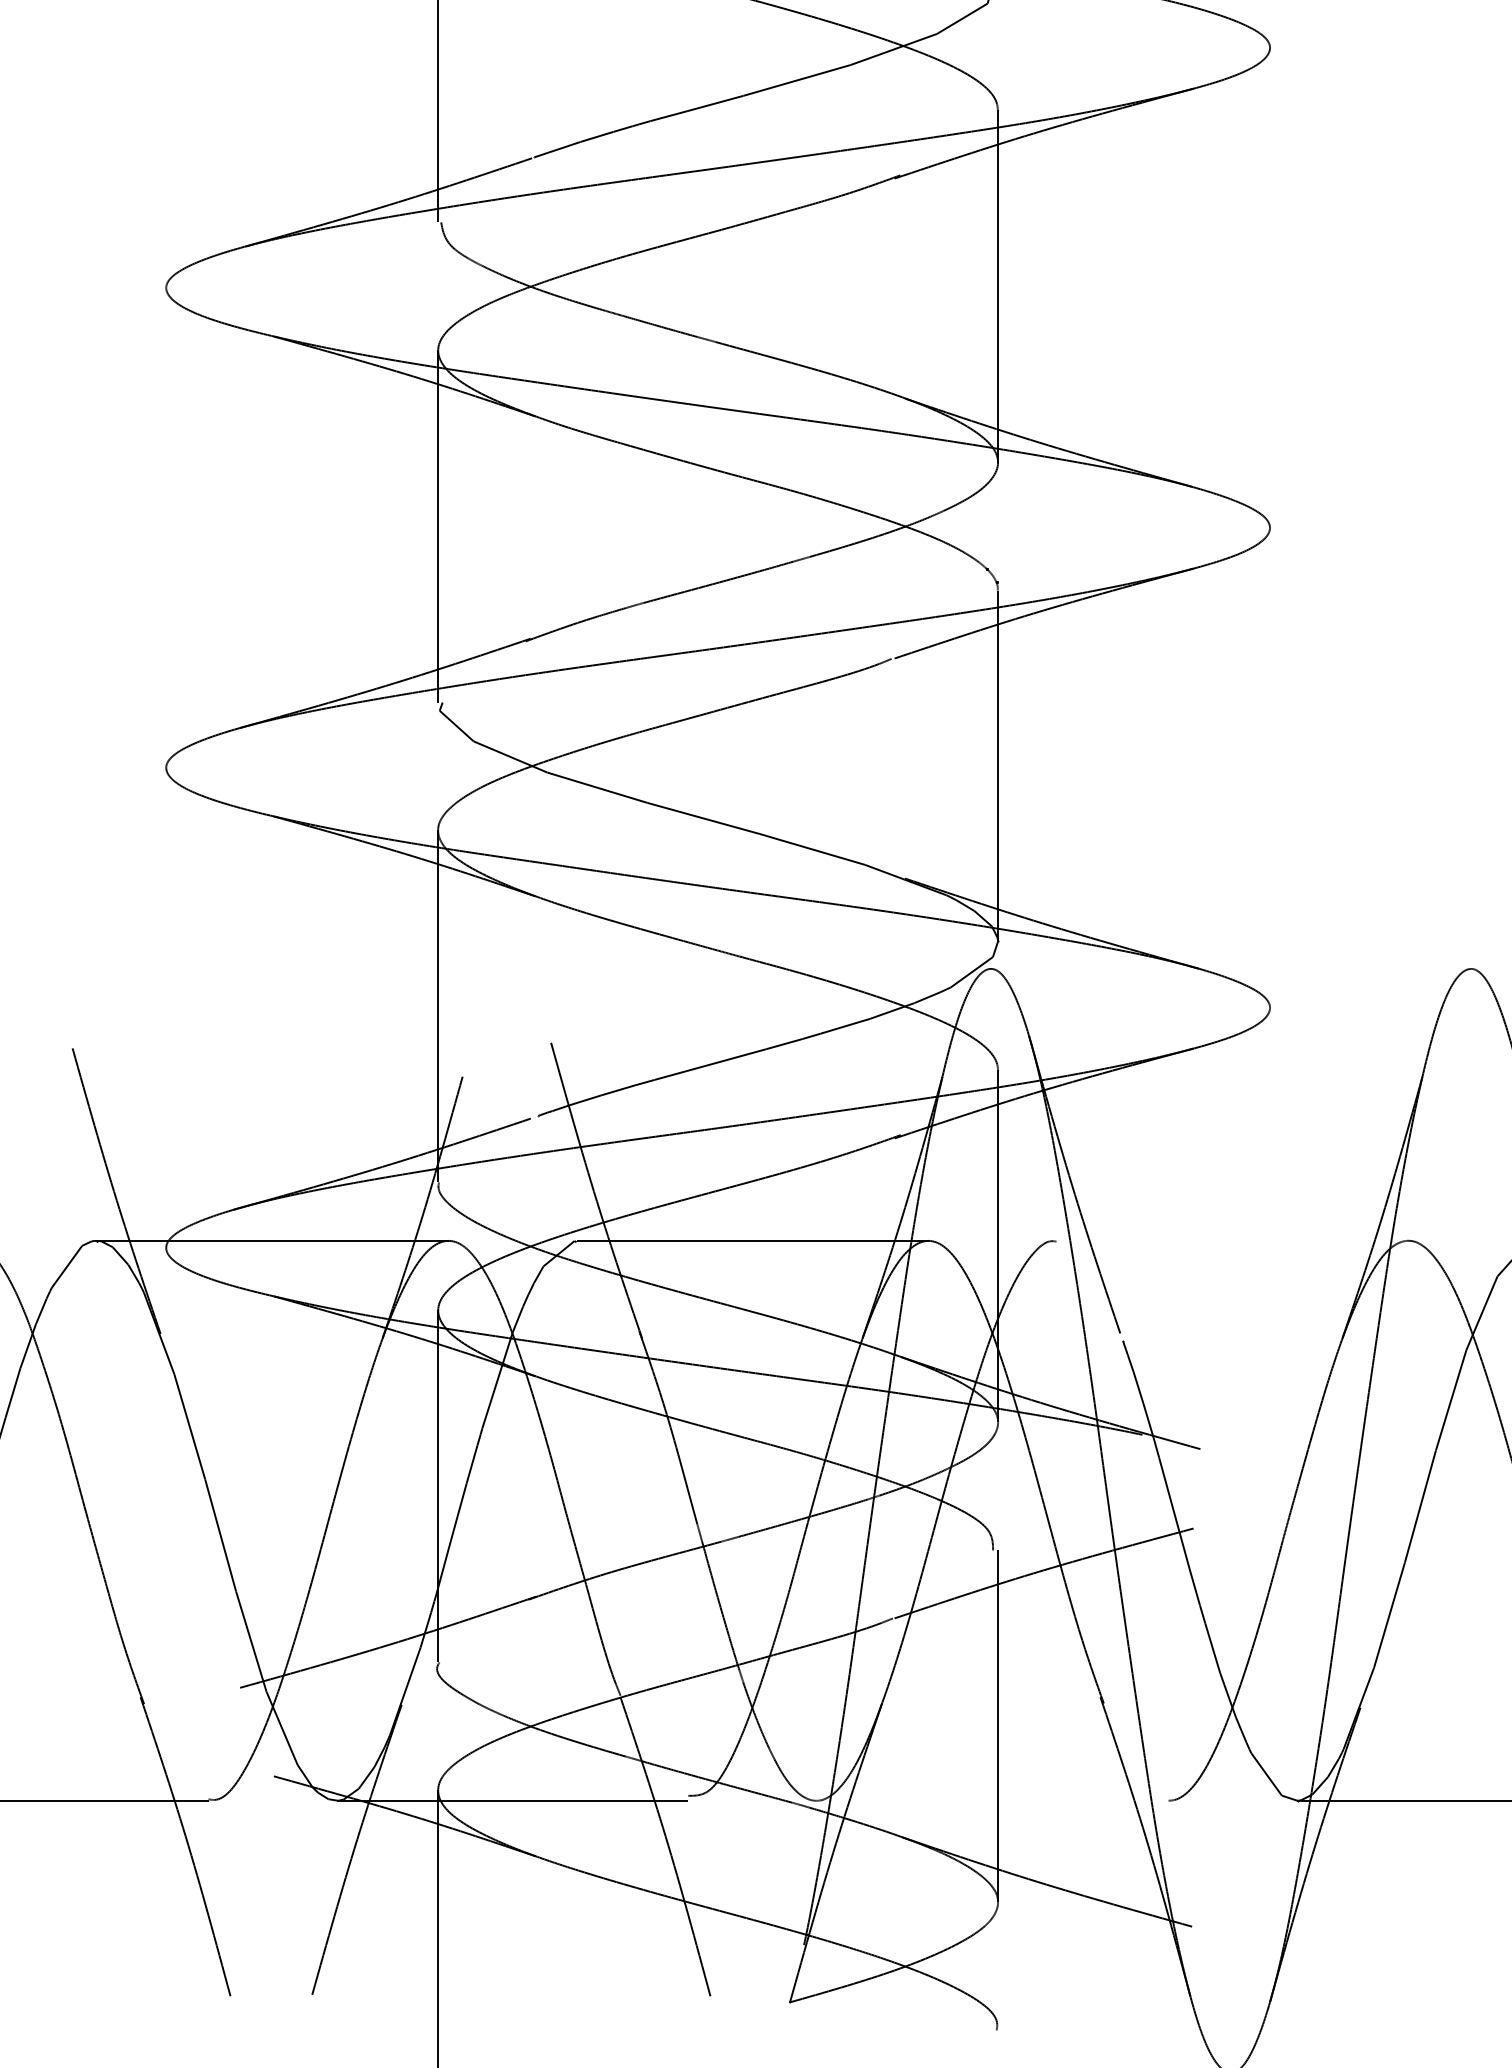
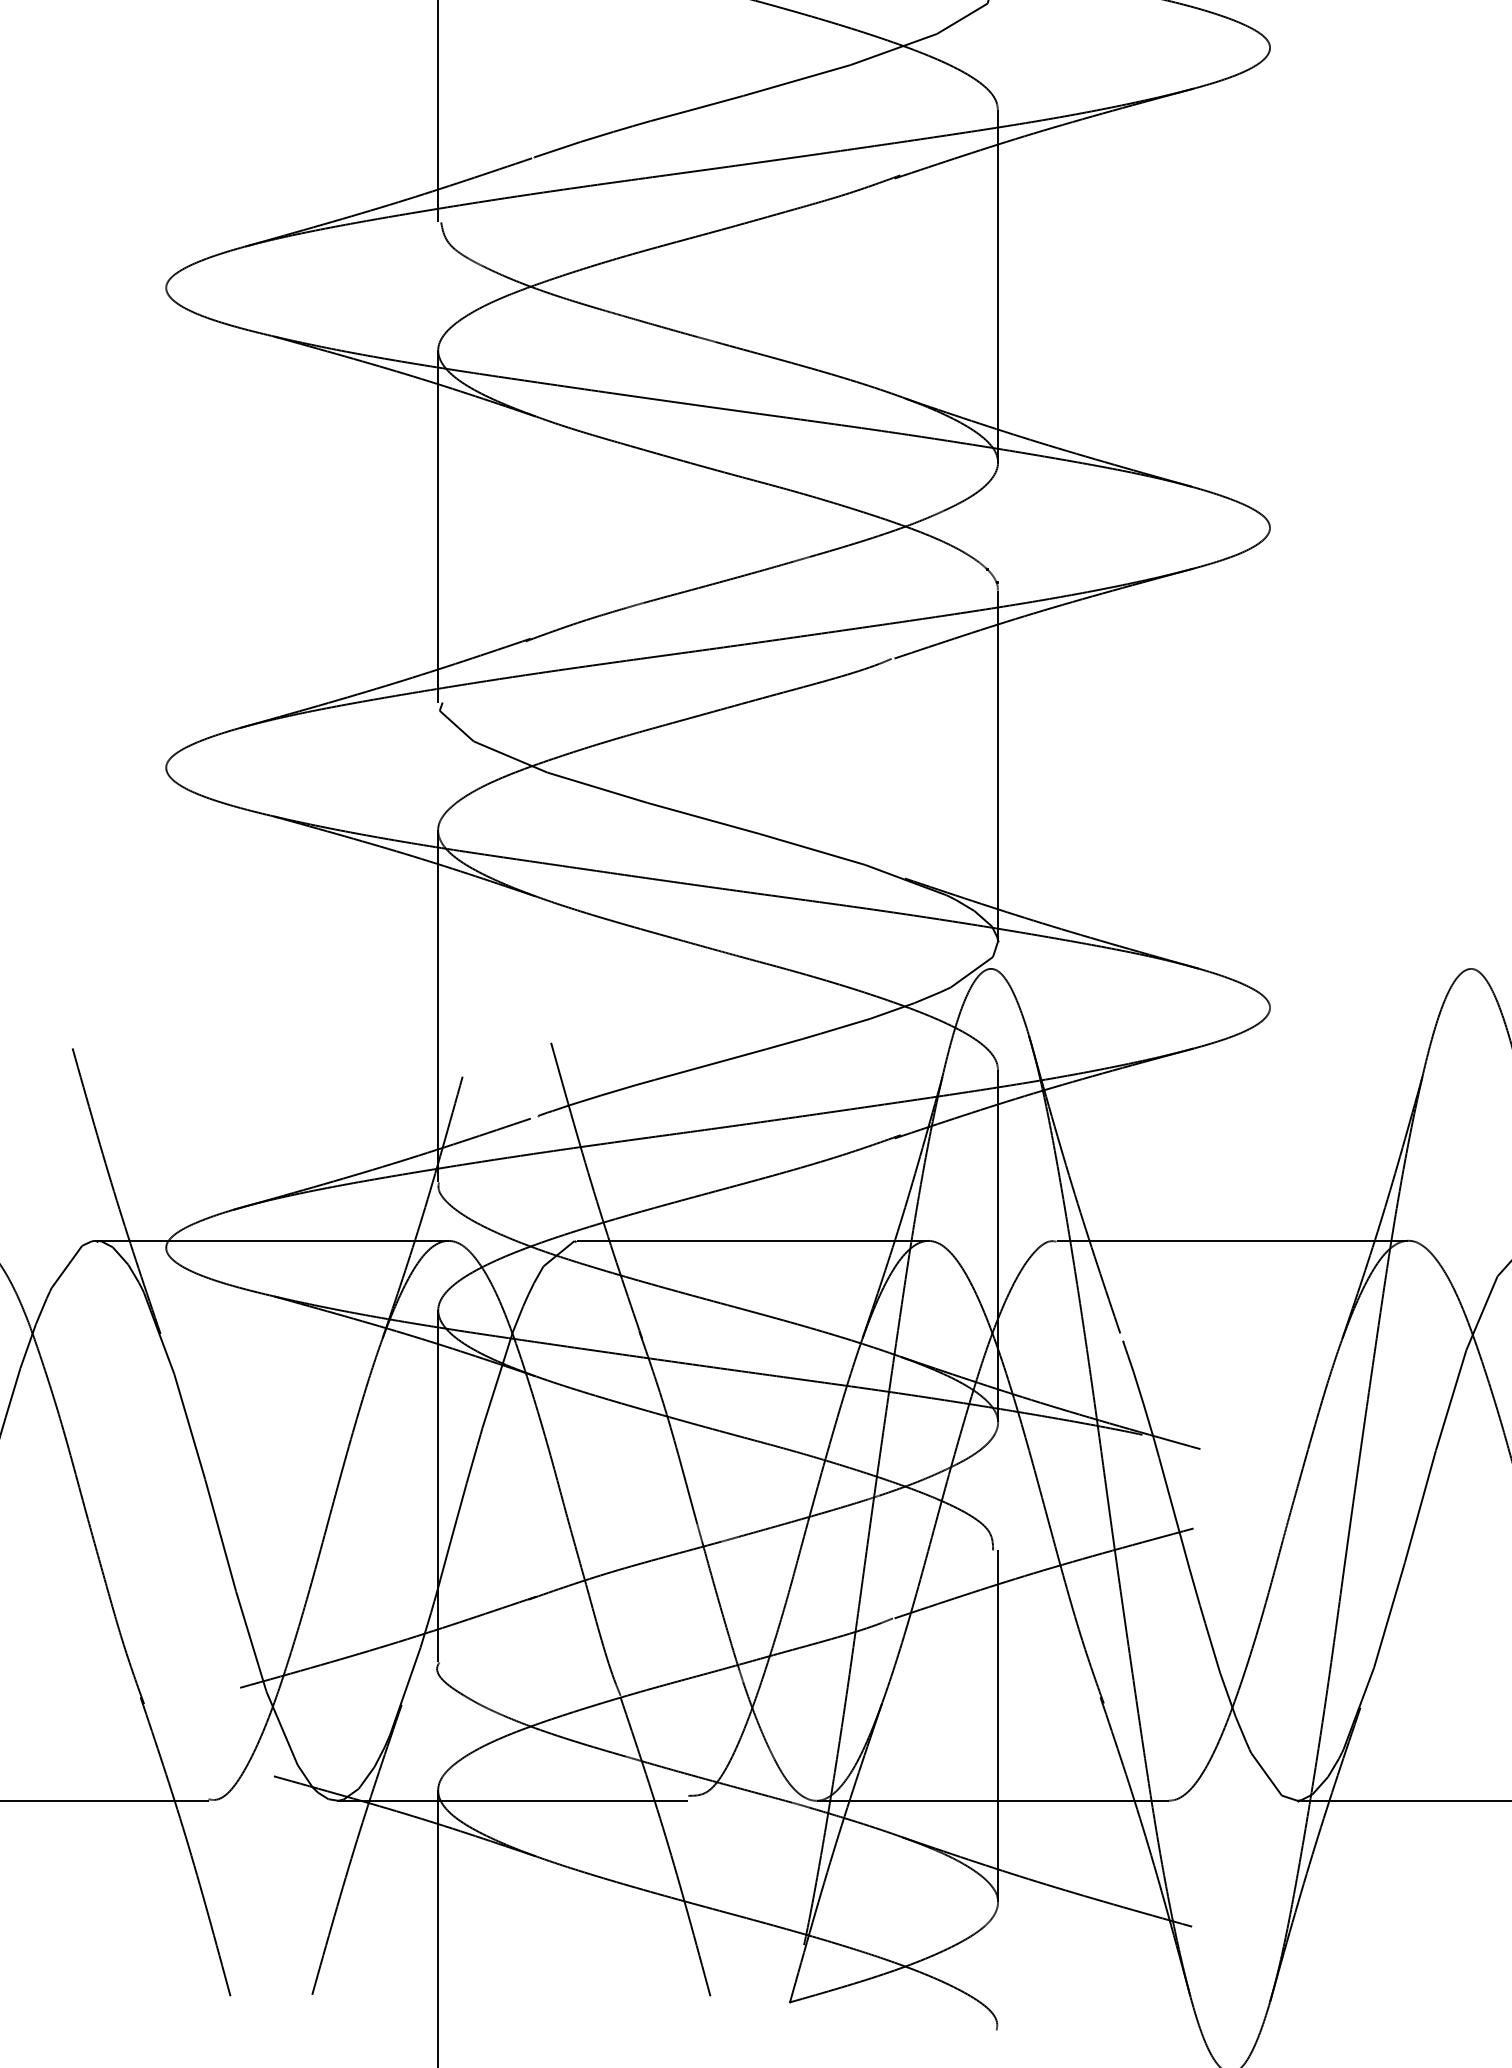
line at (1232, 1240): none -> present
line at (992, 1800): none -> present
